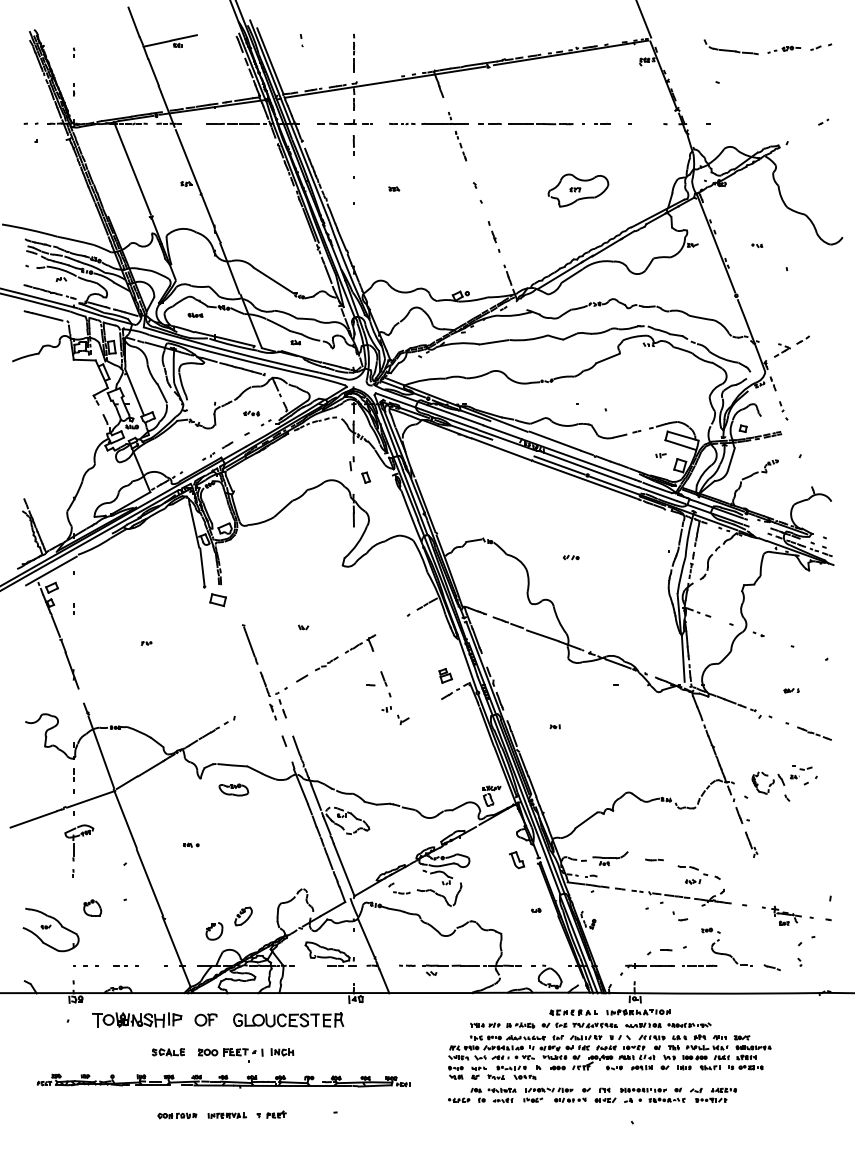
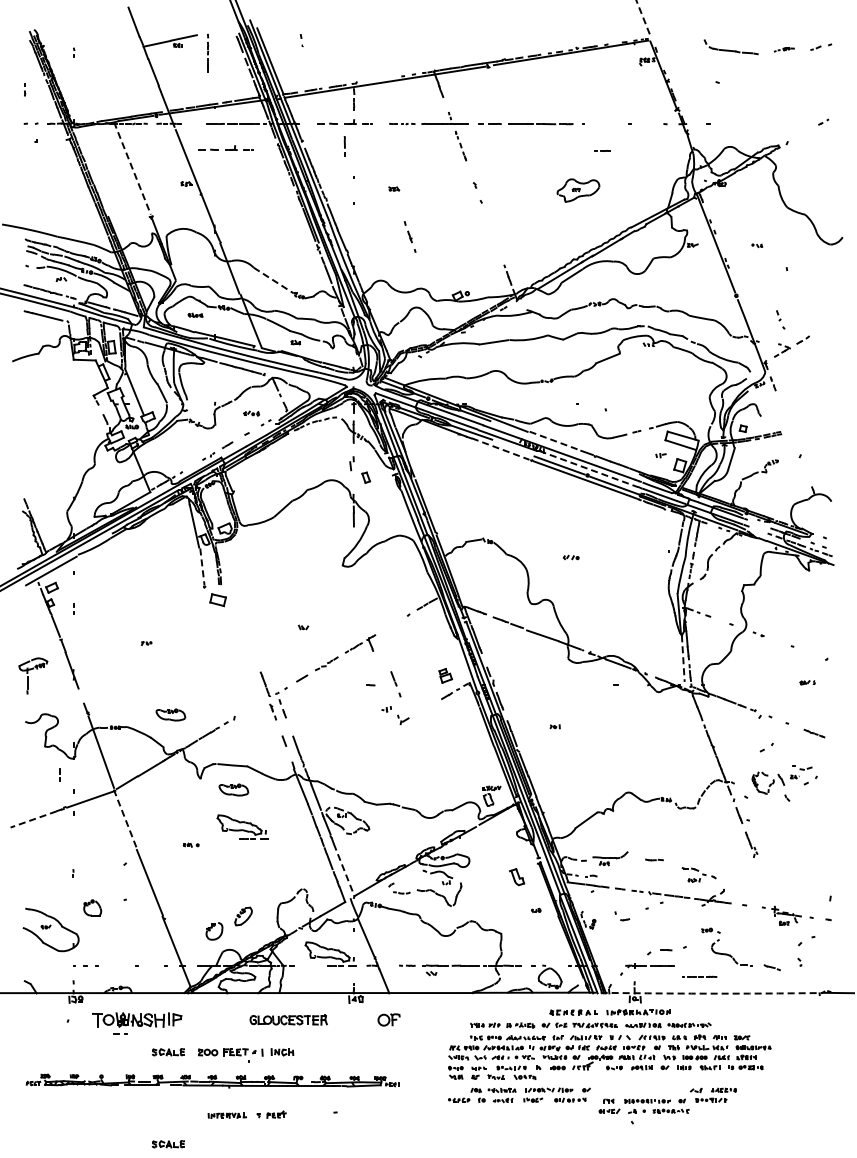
line at (643, 19): solid -> dashed
part at (784, 49) size: 35x9 px -> 21x6 px
part at (354, 52) position: (354, 52) -> (208, 52)
part at (74, 89) position: (74, 89) -> (25, 89)
line at (602, 123) position: (602, 123) -> (602, 150)
line at (353, 145) position: (353, 145) -> (344, 146)
part at (225, 147): none -> present
line at (132, 168): solid -> dashed
part at (578, 190) size: 63x35 px -> 45x25 px
part at (493, 236) position: (493, 236) -> (409, 236)
line at (273, 280): solid -> dashed
part at (783, 410) position: (783, 410) -> (780, 319)
line at (555, 441): solid -> dashed
line at (500, 449): solid -> dashed
line at (589, 469): solid -> dashed
line at (202, 567): solid -> dashed
line at (250, 644): present -> none
line at (683, 659): solid -> dashed
part at (385, 684) position: (385, 684) -> (395, 684)
part at (791, 690) position: (791, 690) -> (807, 682)
part at (170, 714): none -> present
part at (814, 733) size: 35x15 px -> 23x11 px
part at (766, 747): none -> present
line at (73, 774) position: (73, 774) -> (59, 774)
line at (33, 819): solid -> dashed
line at (125, 819): solid -> dashed
part at (242, 826): none -> present
part at (79, 842) position: (79, 842) -> (33, 675)
part at (517, 860) position: (517, 860) -> (517, 877)
line at (344, 870): solid -> dashed
part at (698, 874) size: 44x20 px -> 36x16 px
part at (680, 916) position: (680, 916) -> (622, 916)
line at (119, 965) position: (119, 965) -> (119, 1033)
part at (699, 965) position: (699, 965) -> (699, 976)
arc at (705, 993): solid -> dashed
part at (205, 1019) position: (205, 1019) -> (388, 1019)
part at (288, 1019) size: 112x16 px -> 79x12 px
part at (223, 1080) position: (223, 1080) -> (212, 1080)
part at (639, 1094) position: (639, 1094) -> (643, 1105)
part at (177, 1115): present -> none
part at (167, 1144): none -> present
